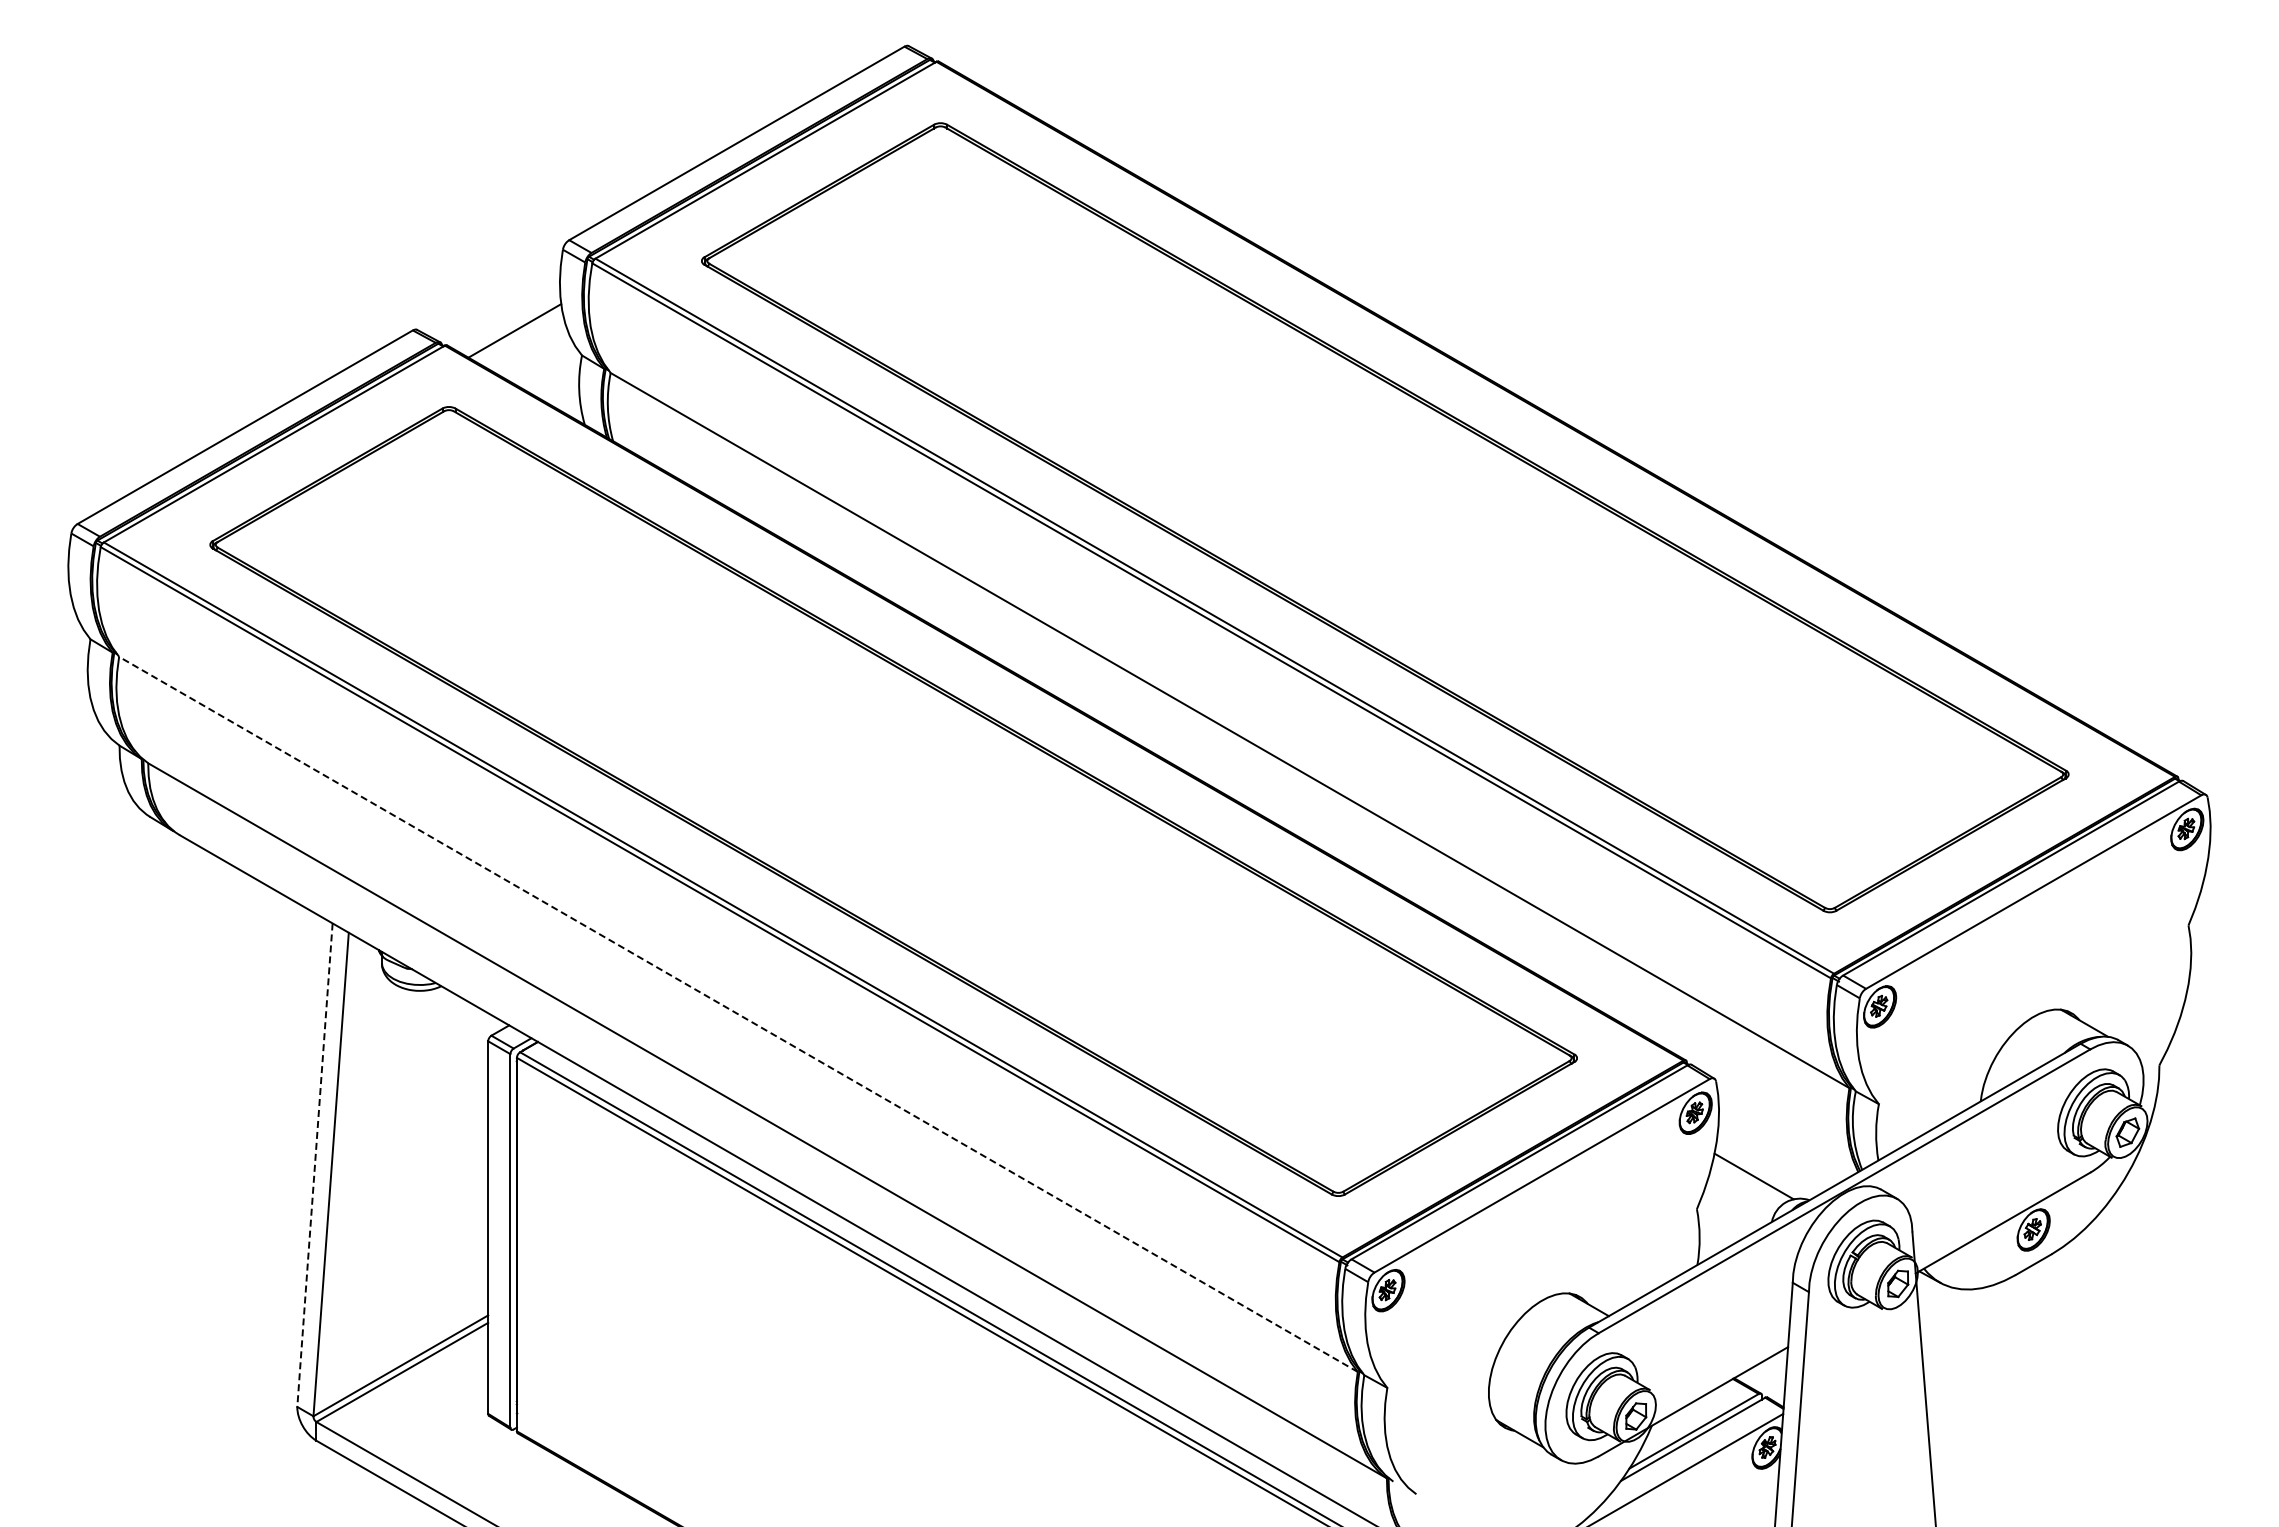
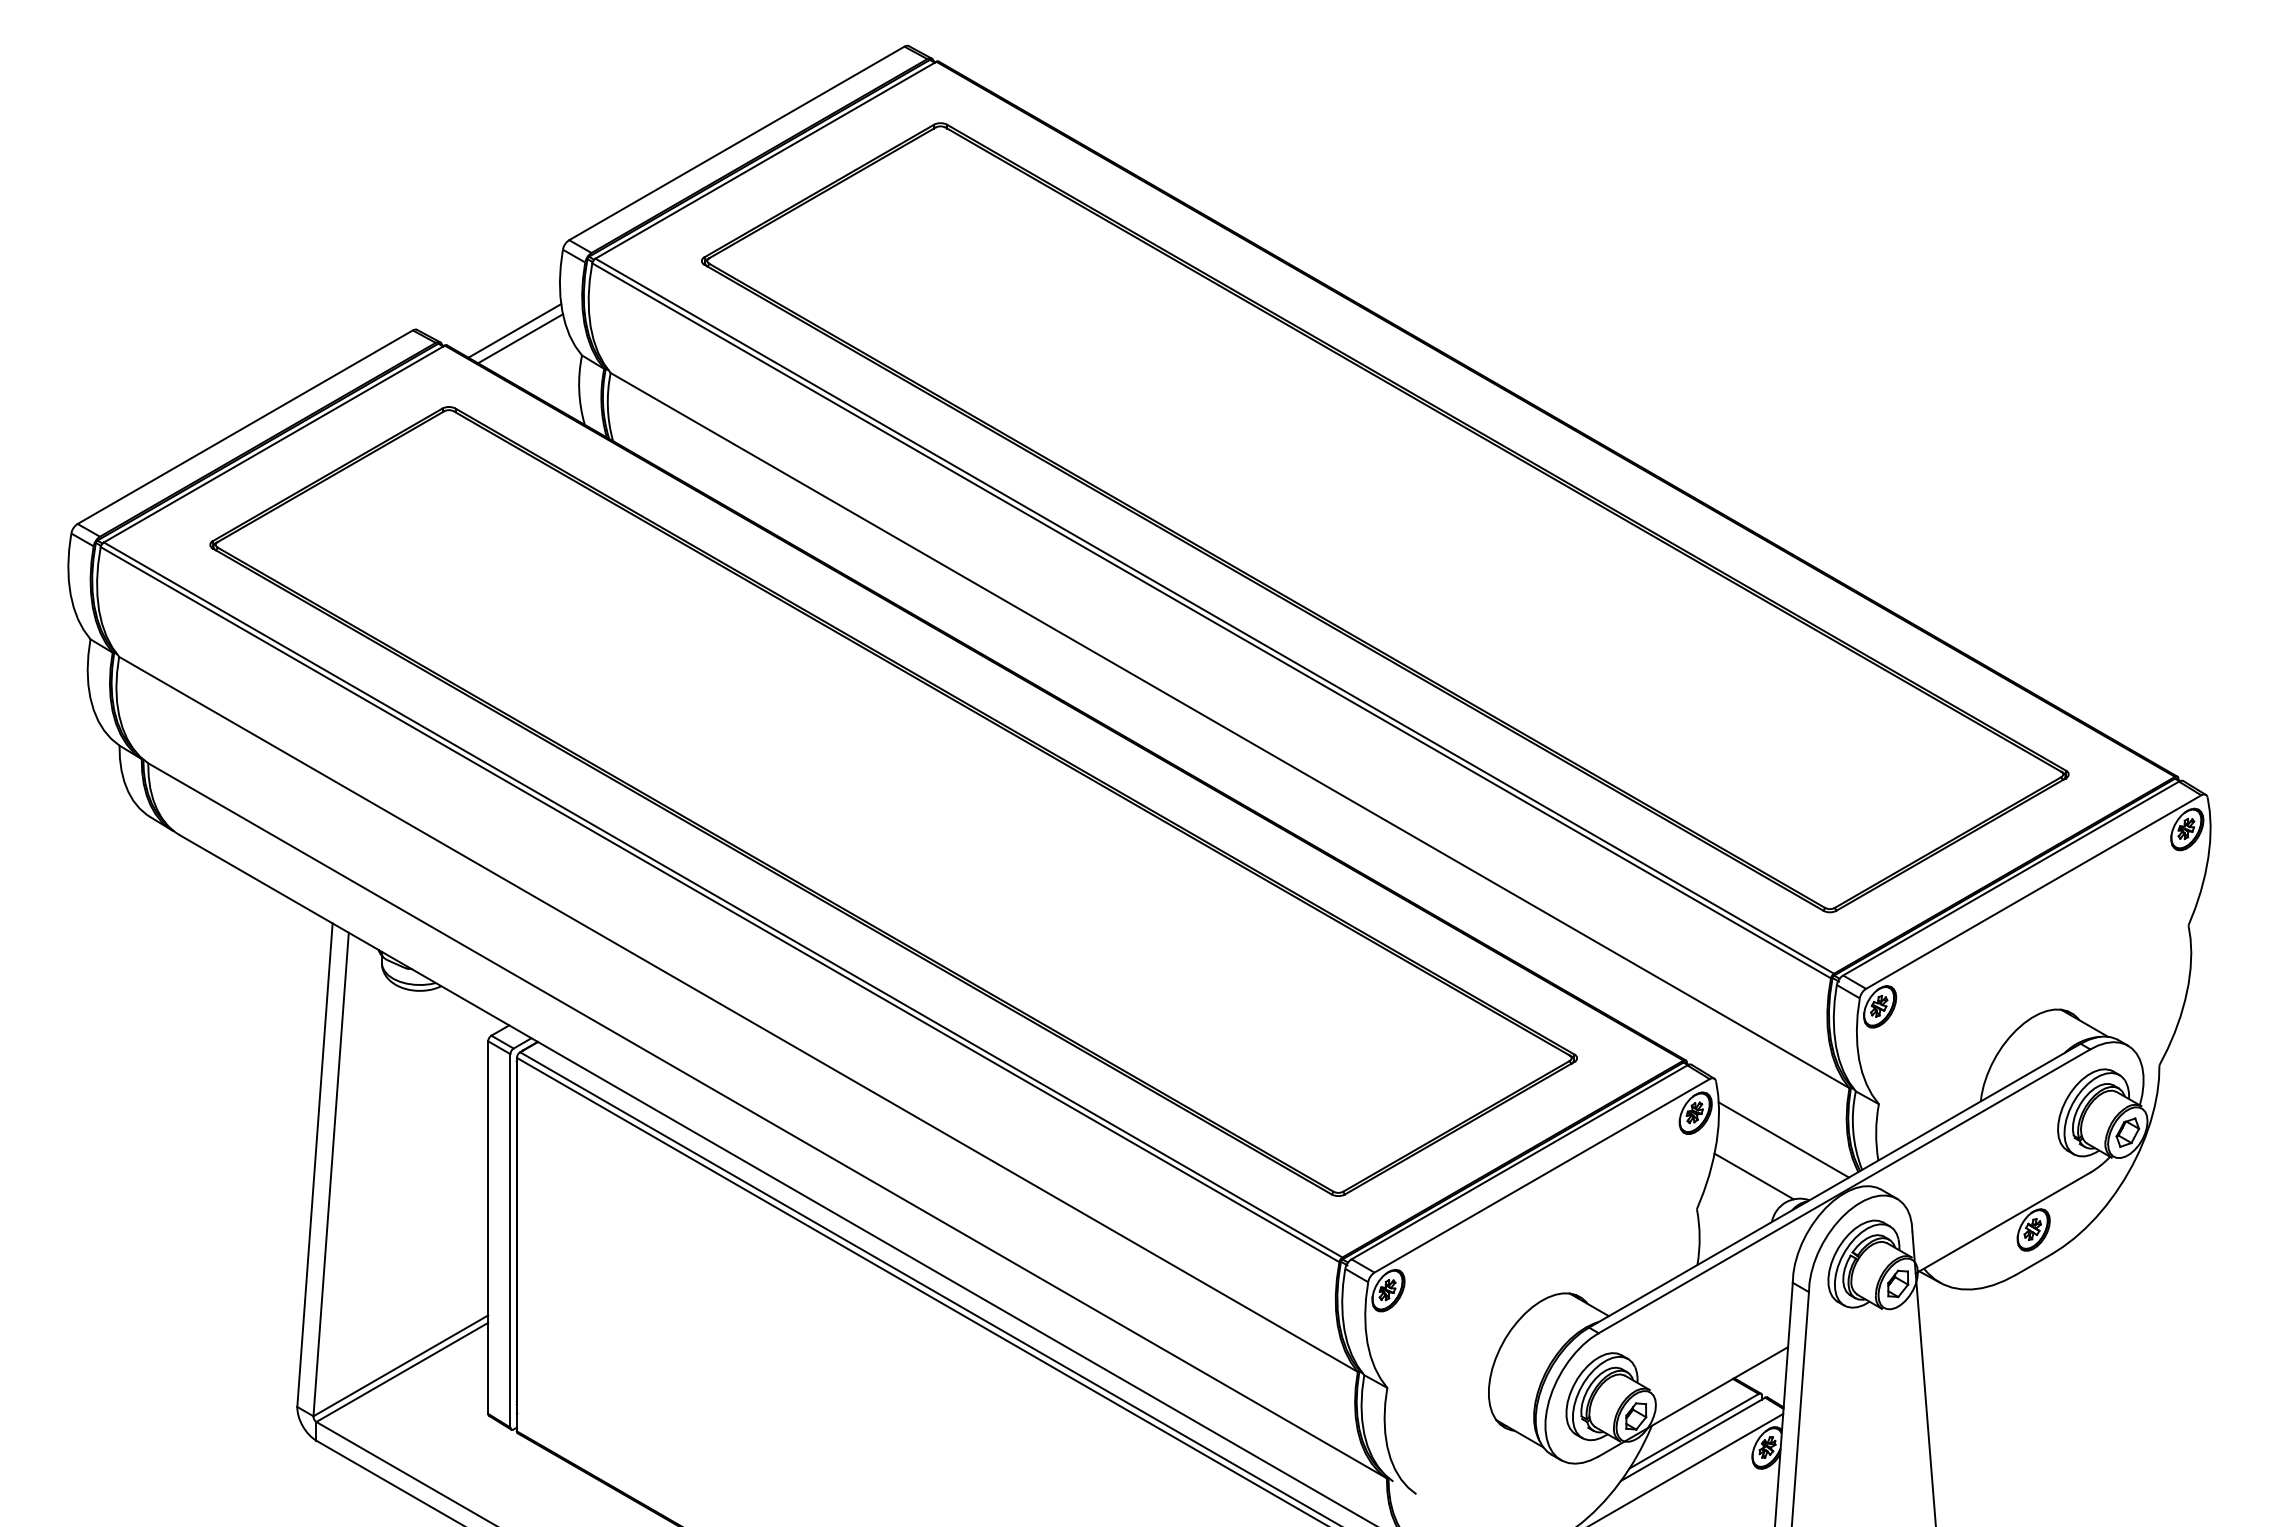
line at (520, 338): none -> present
line at (738, 1014): dashed -> solid
line at (1783, 1139): none -> present
line at (314, 1165): dashed -> solid
